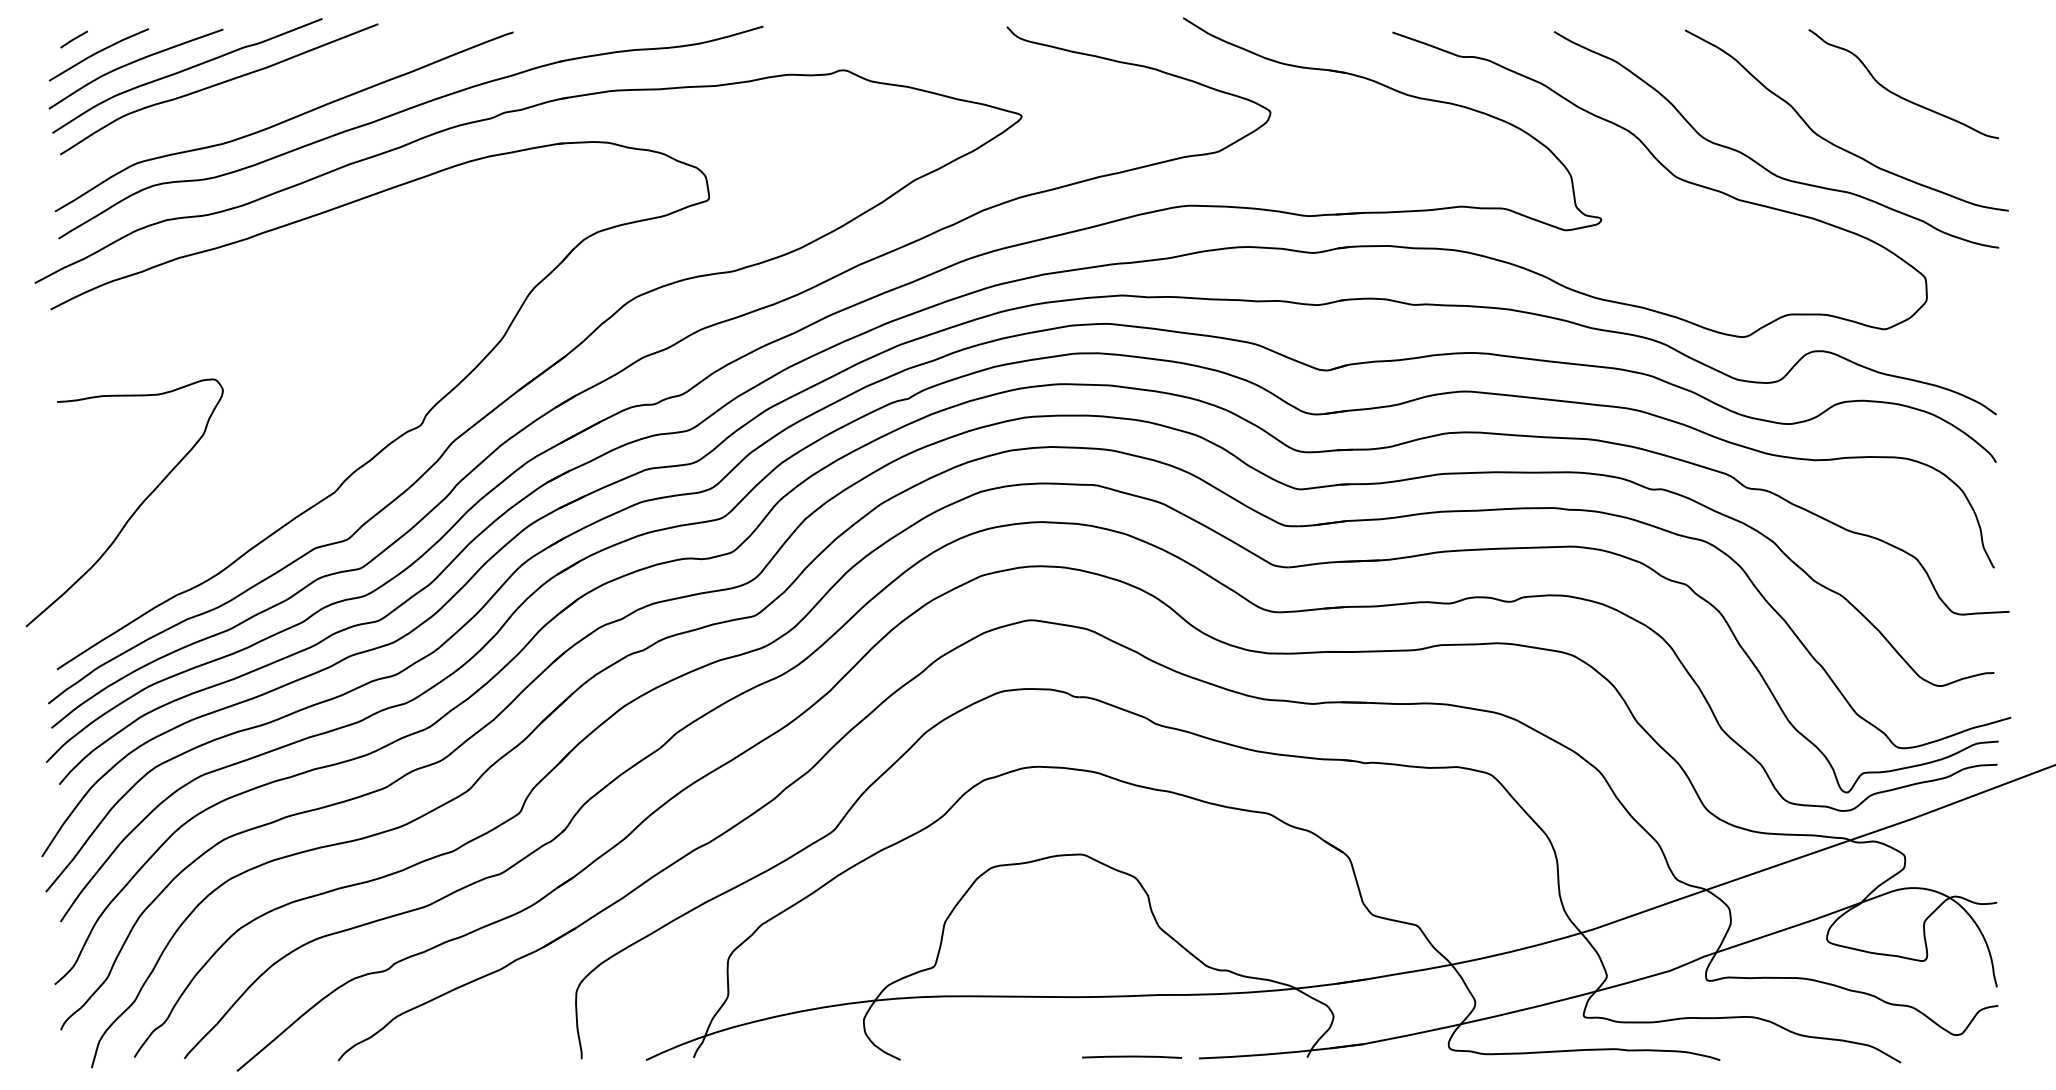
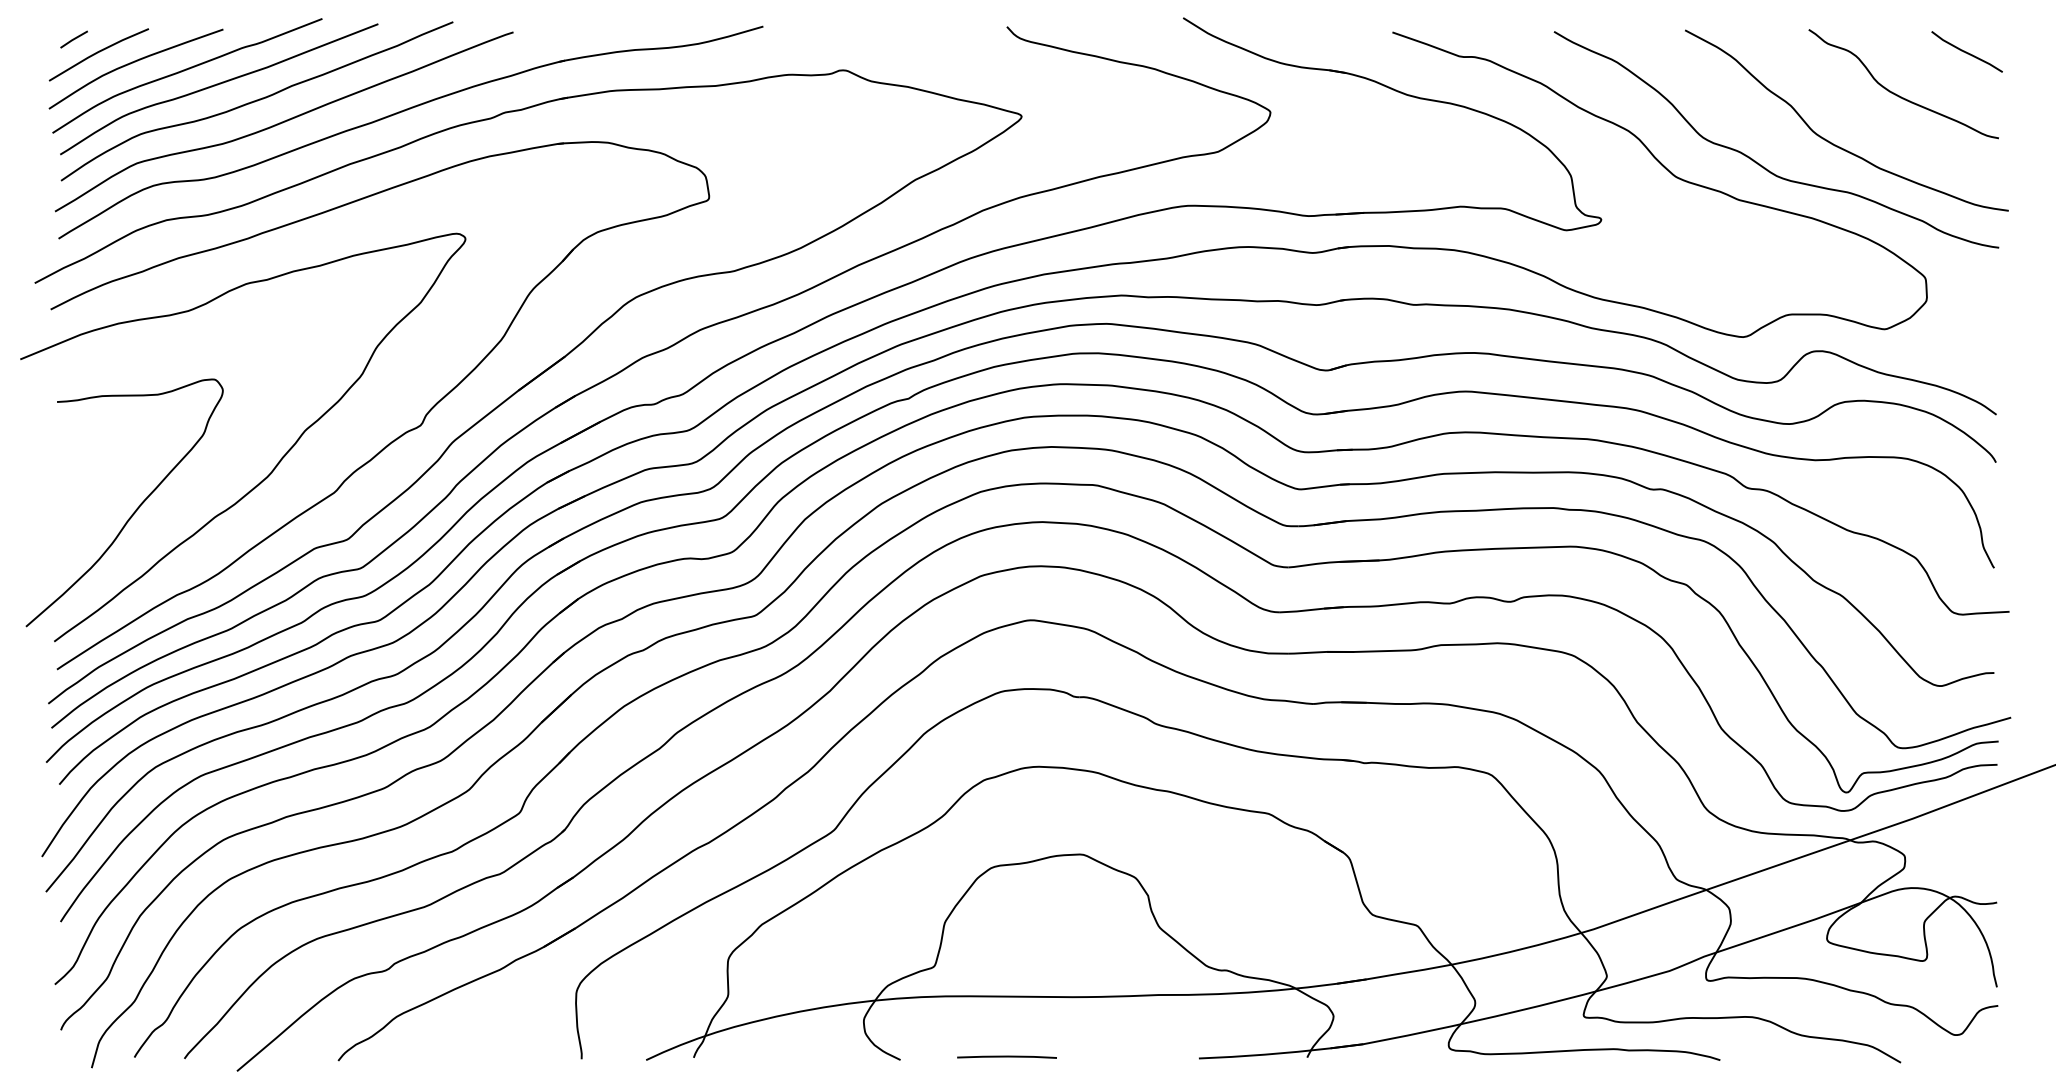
curve at (1966, 51): none -> present
curve at (256, 101): none -> present
curve at (278, 461): none -> present
line at (1131, 1056) position: (1131, 1056) -> (1006, 1056)
